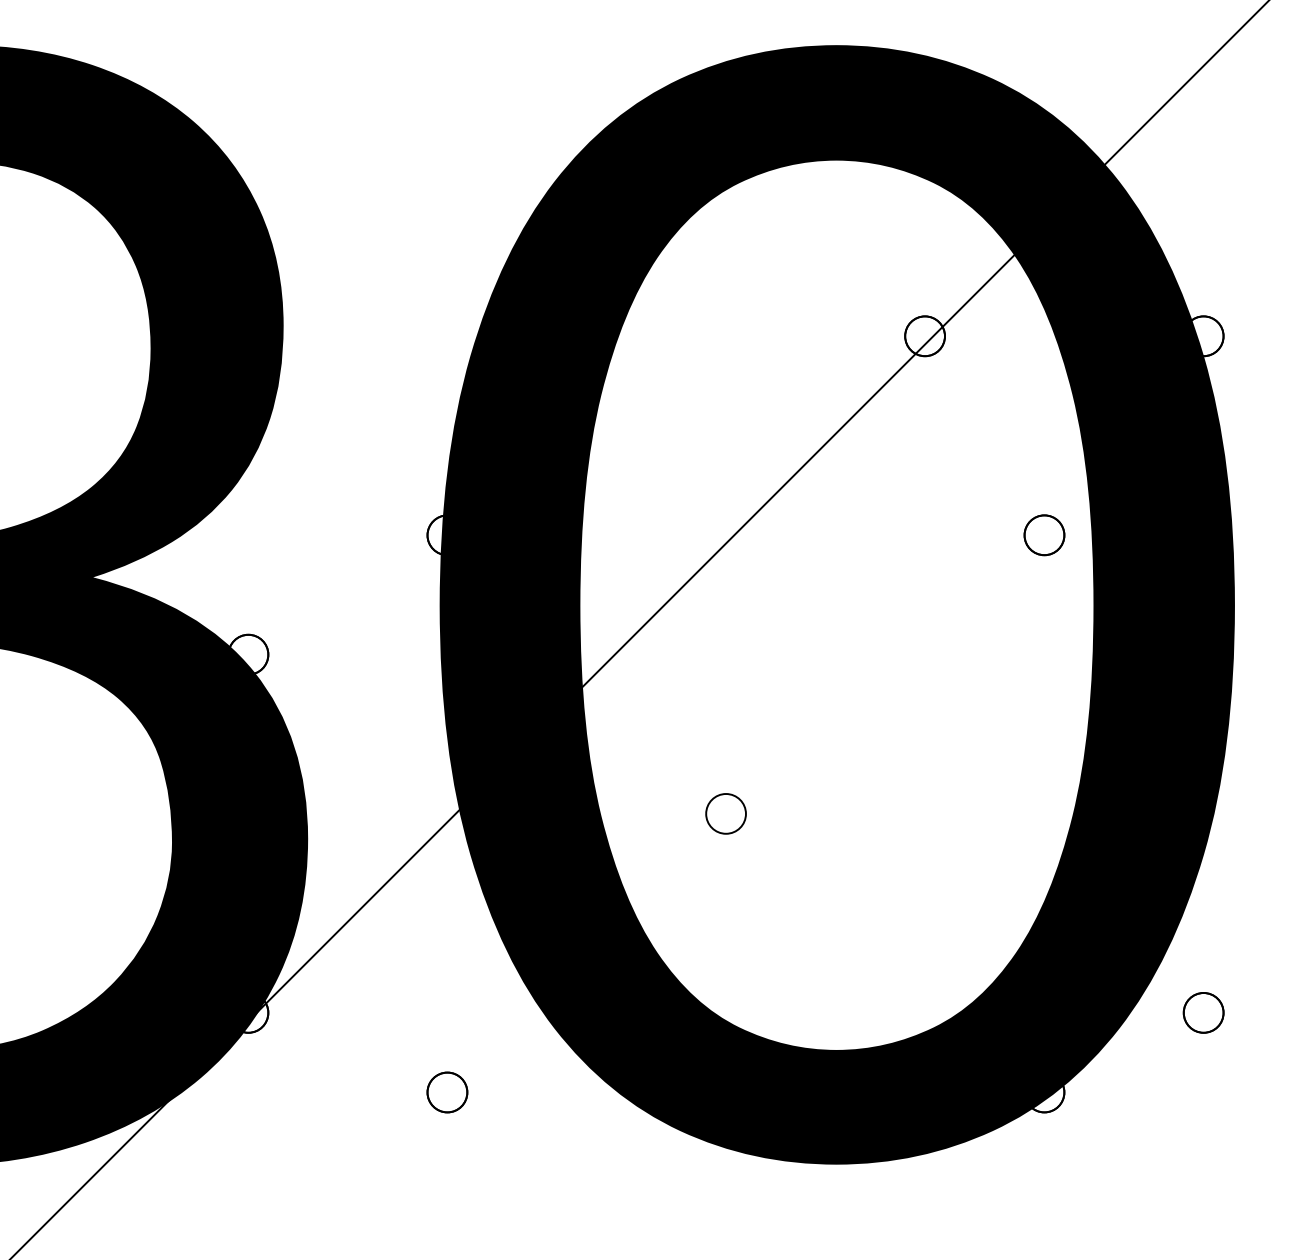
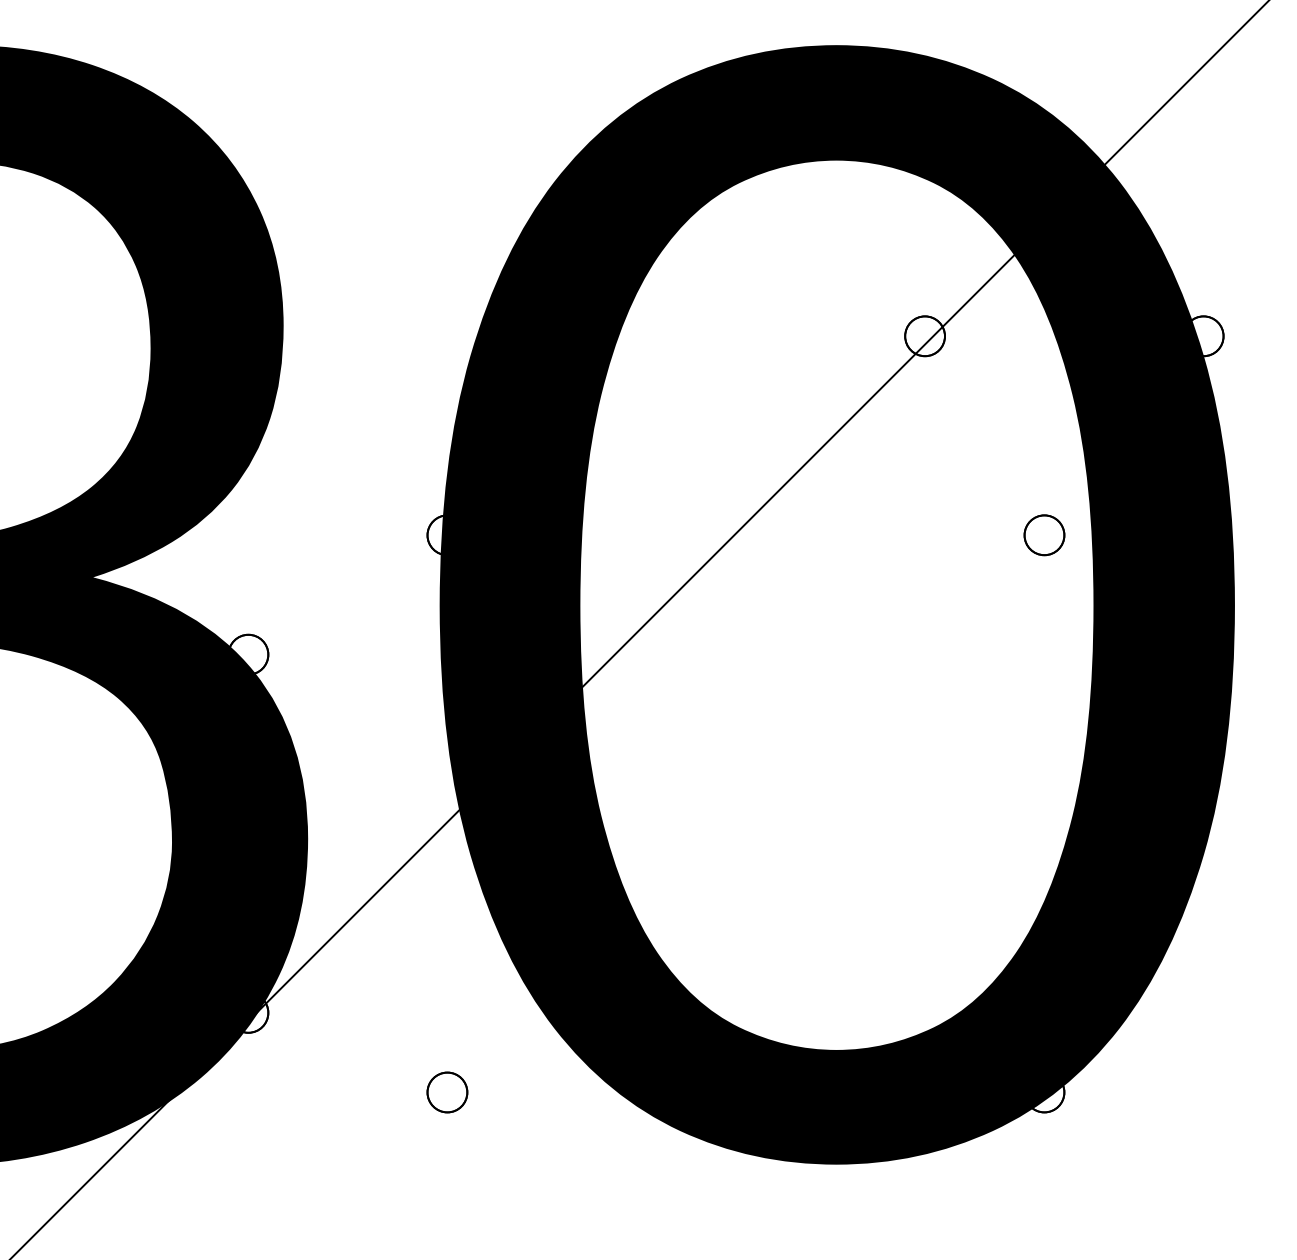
part at (725, 813): present -> none
part at (1203, 1012): present -> none
